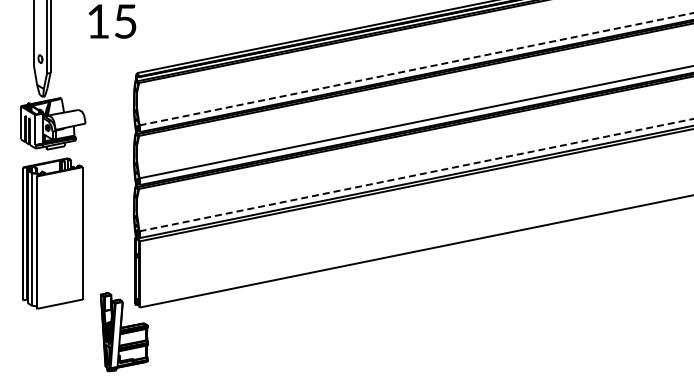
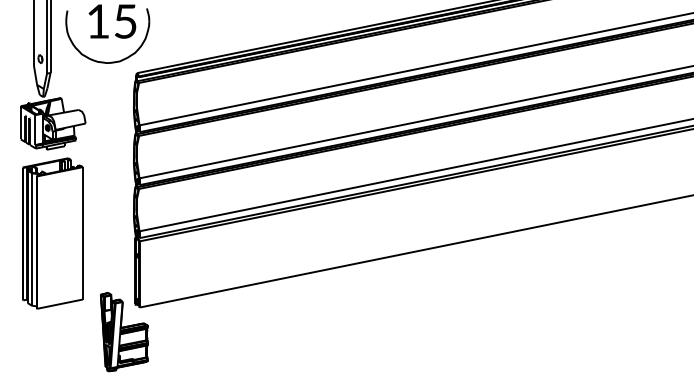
part at (107, 33): none -> present
line at (416, 69): dashed -> solid
line at (416, 175): dashed -> solid
